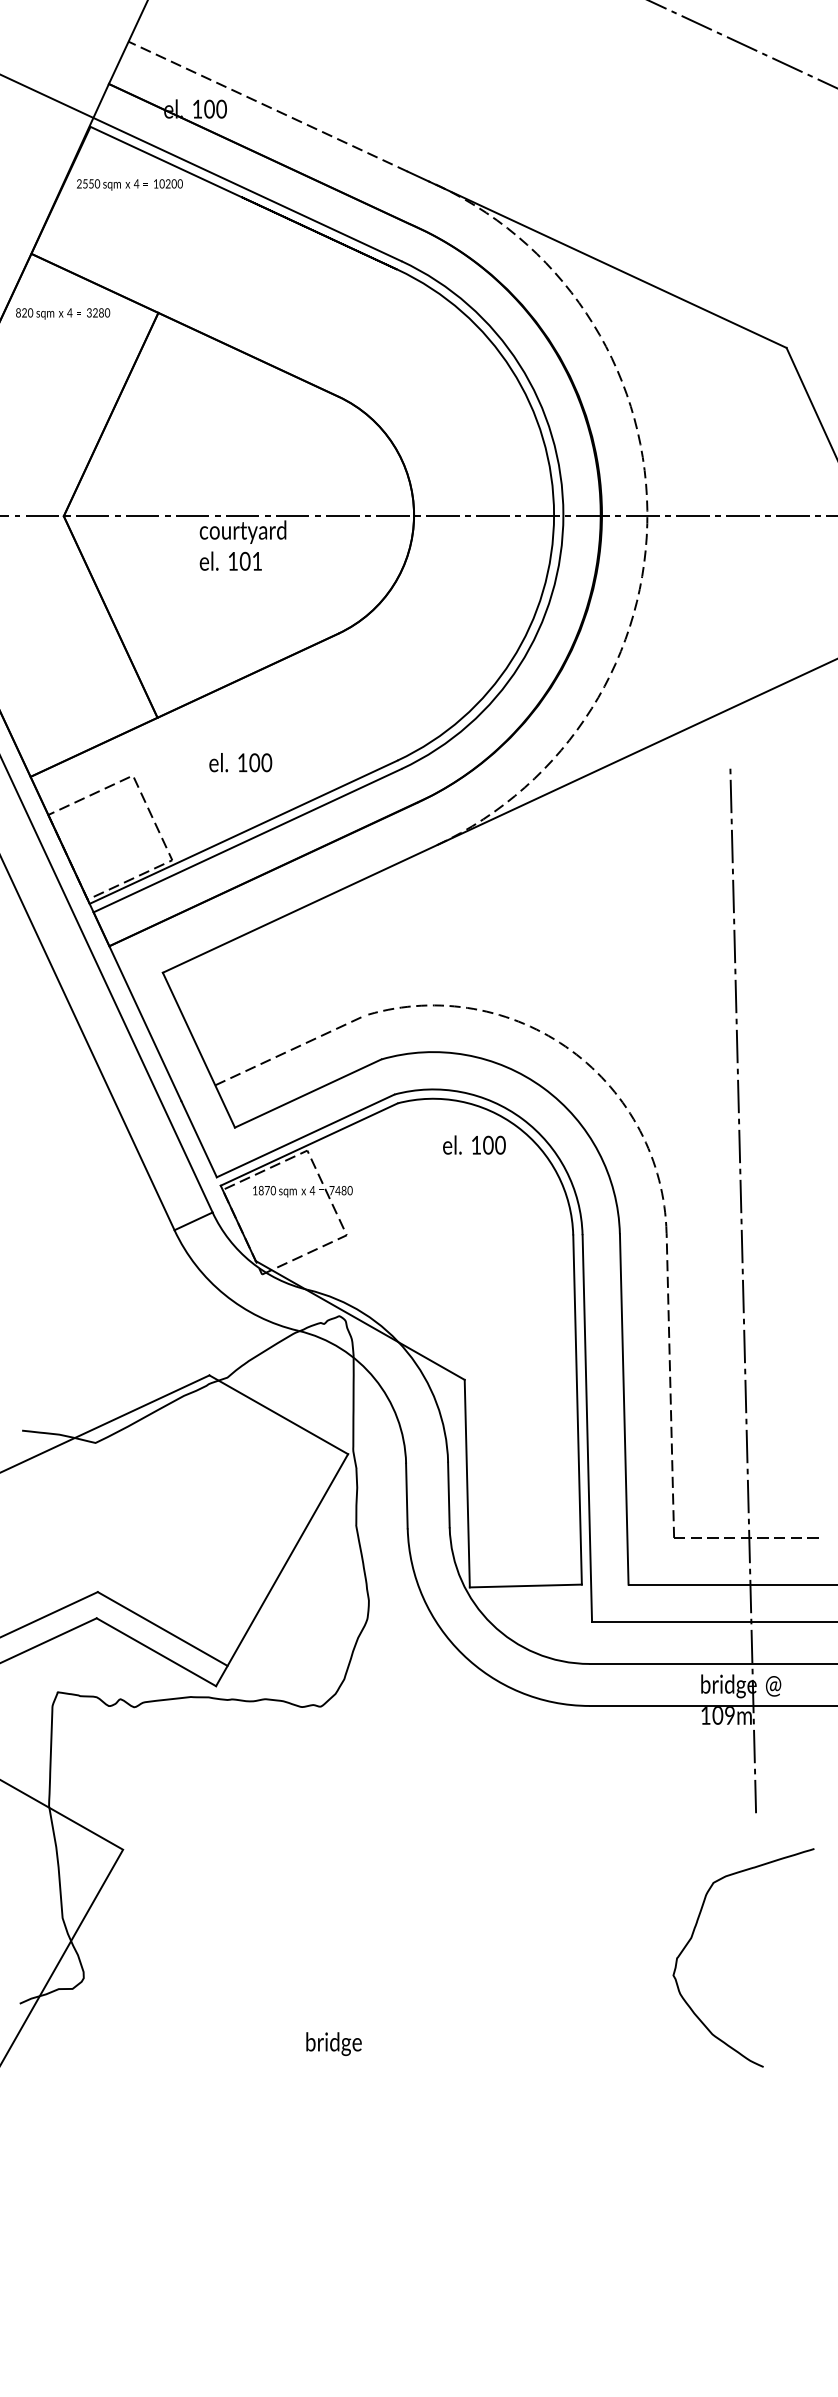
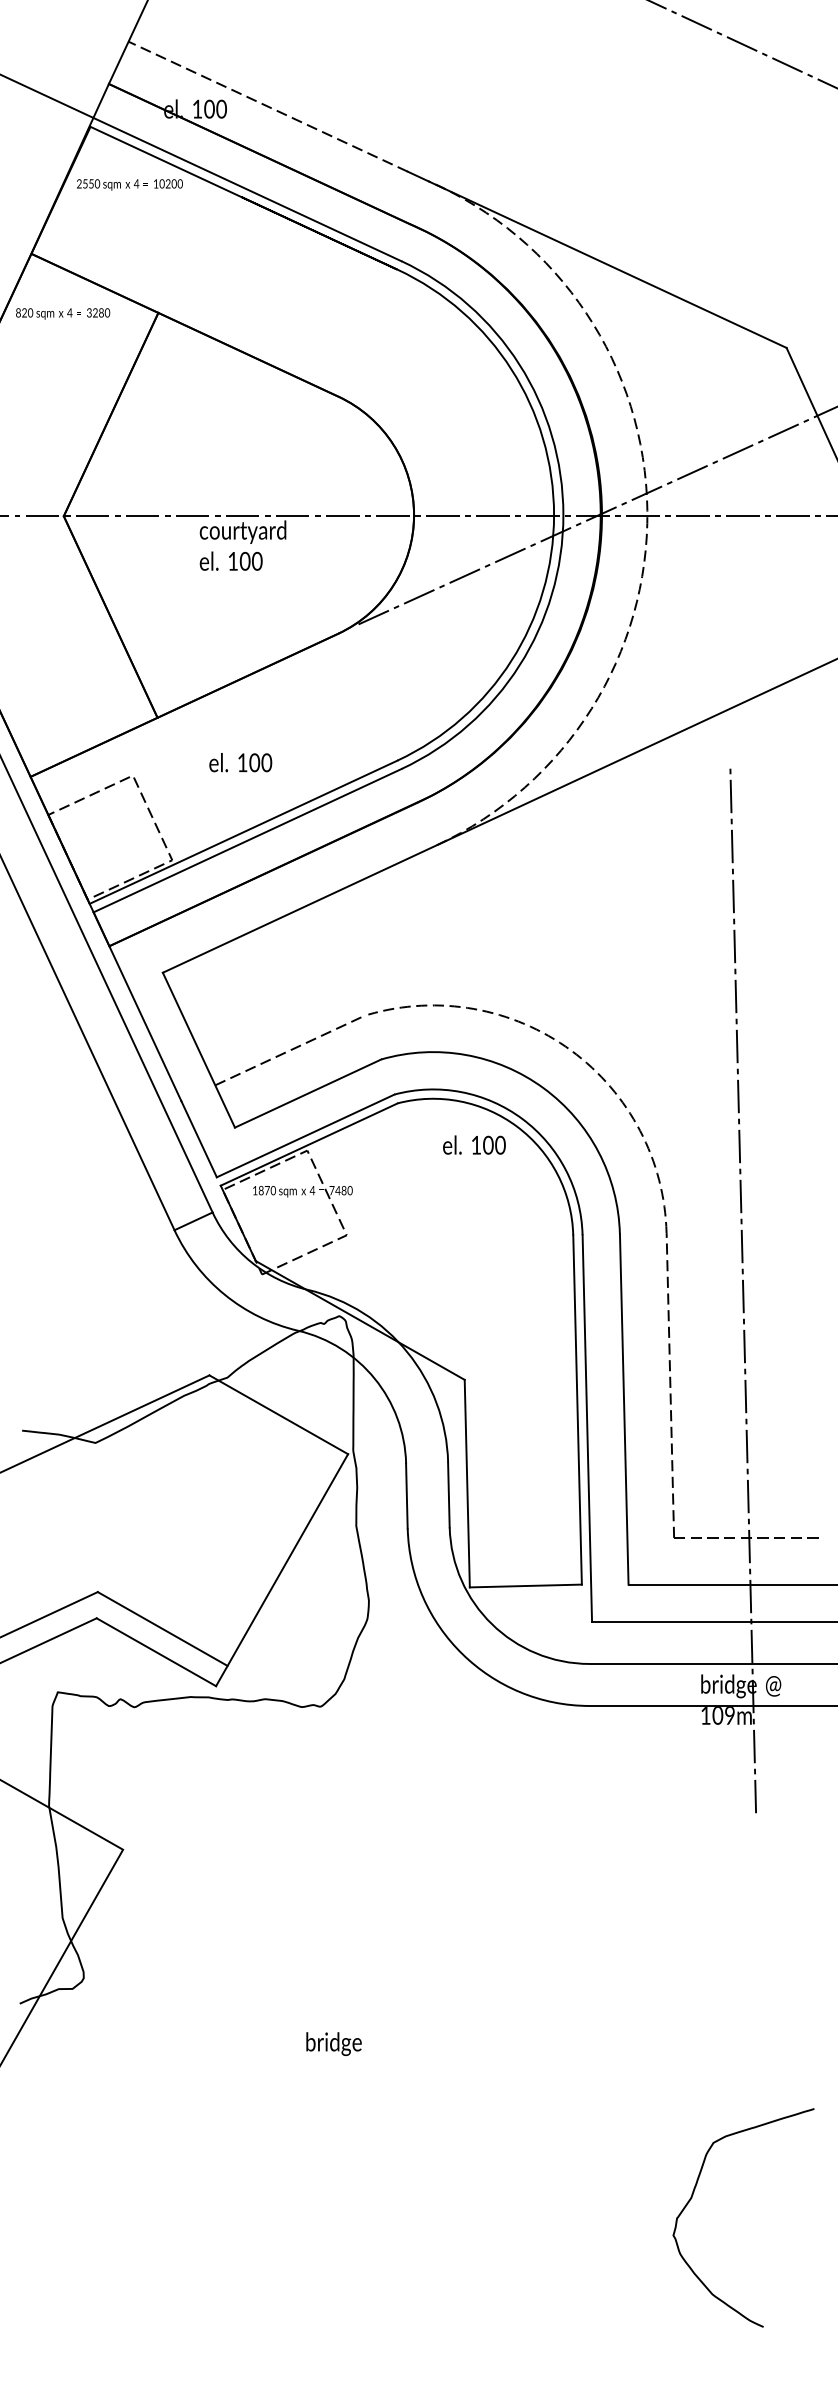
line at (596, 515): none -> present
text at (257, 560): 101 -> 100
curve at (693, 1935) position: (693, 1935) -> (693, 2195)
